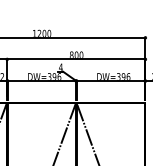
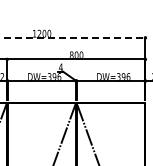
line at (73, 37): solid -> dashed
